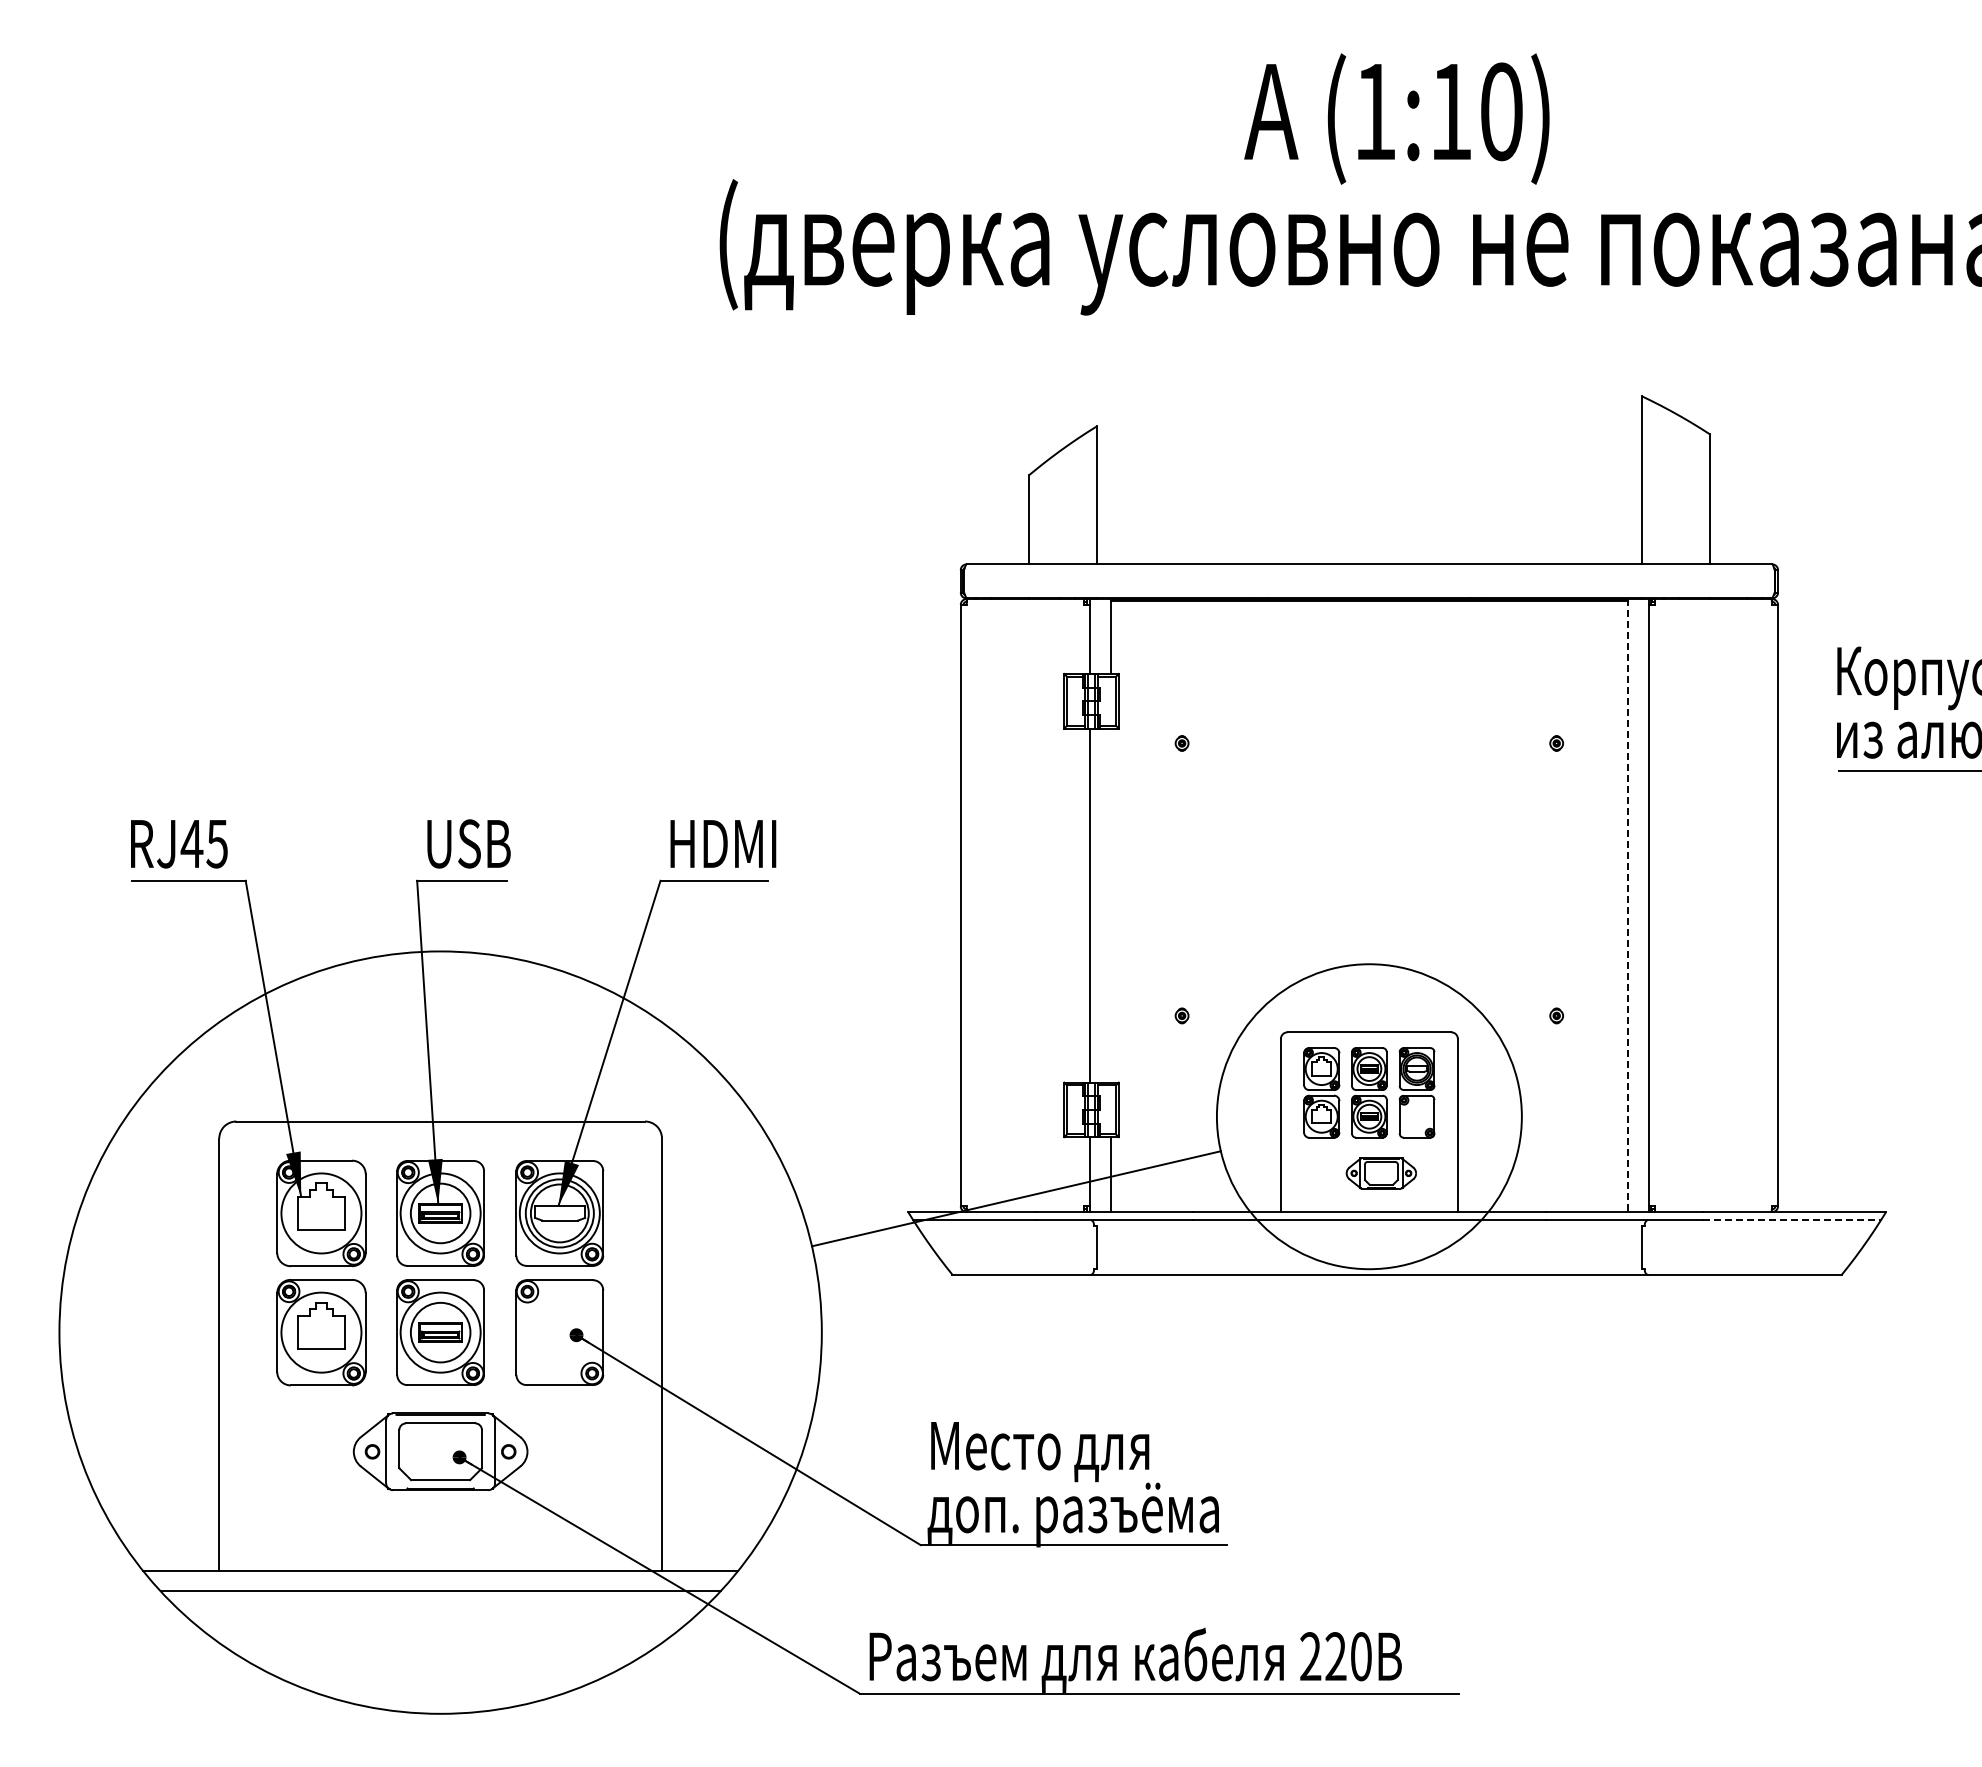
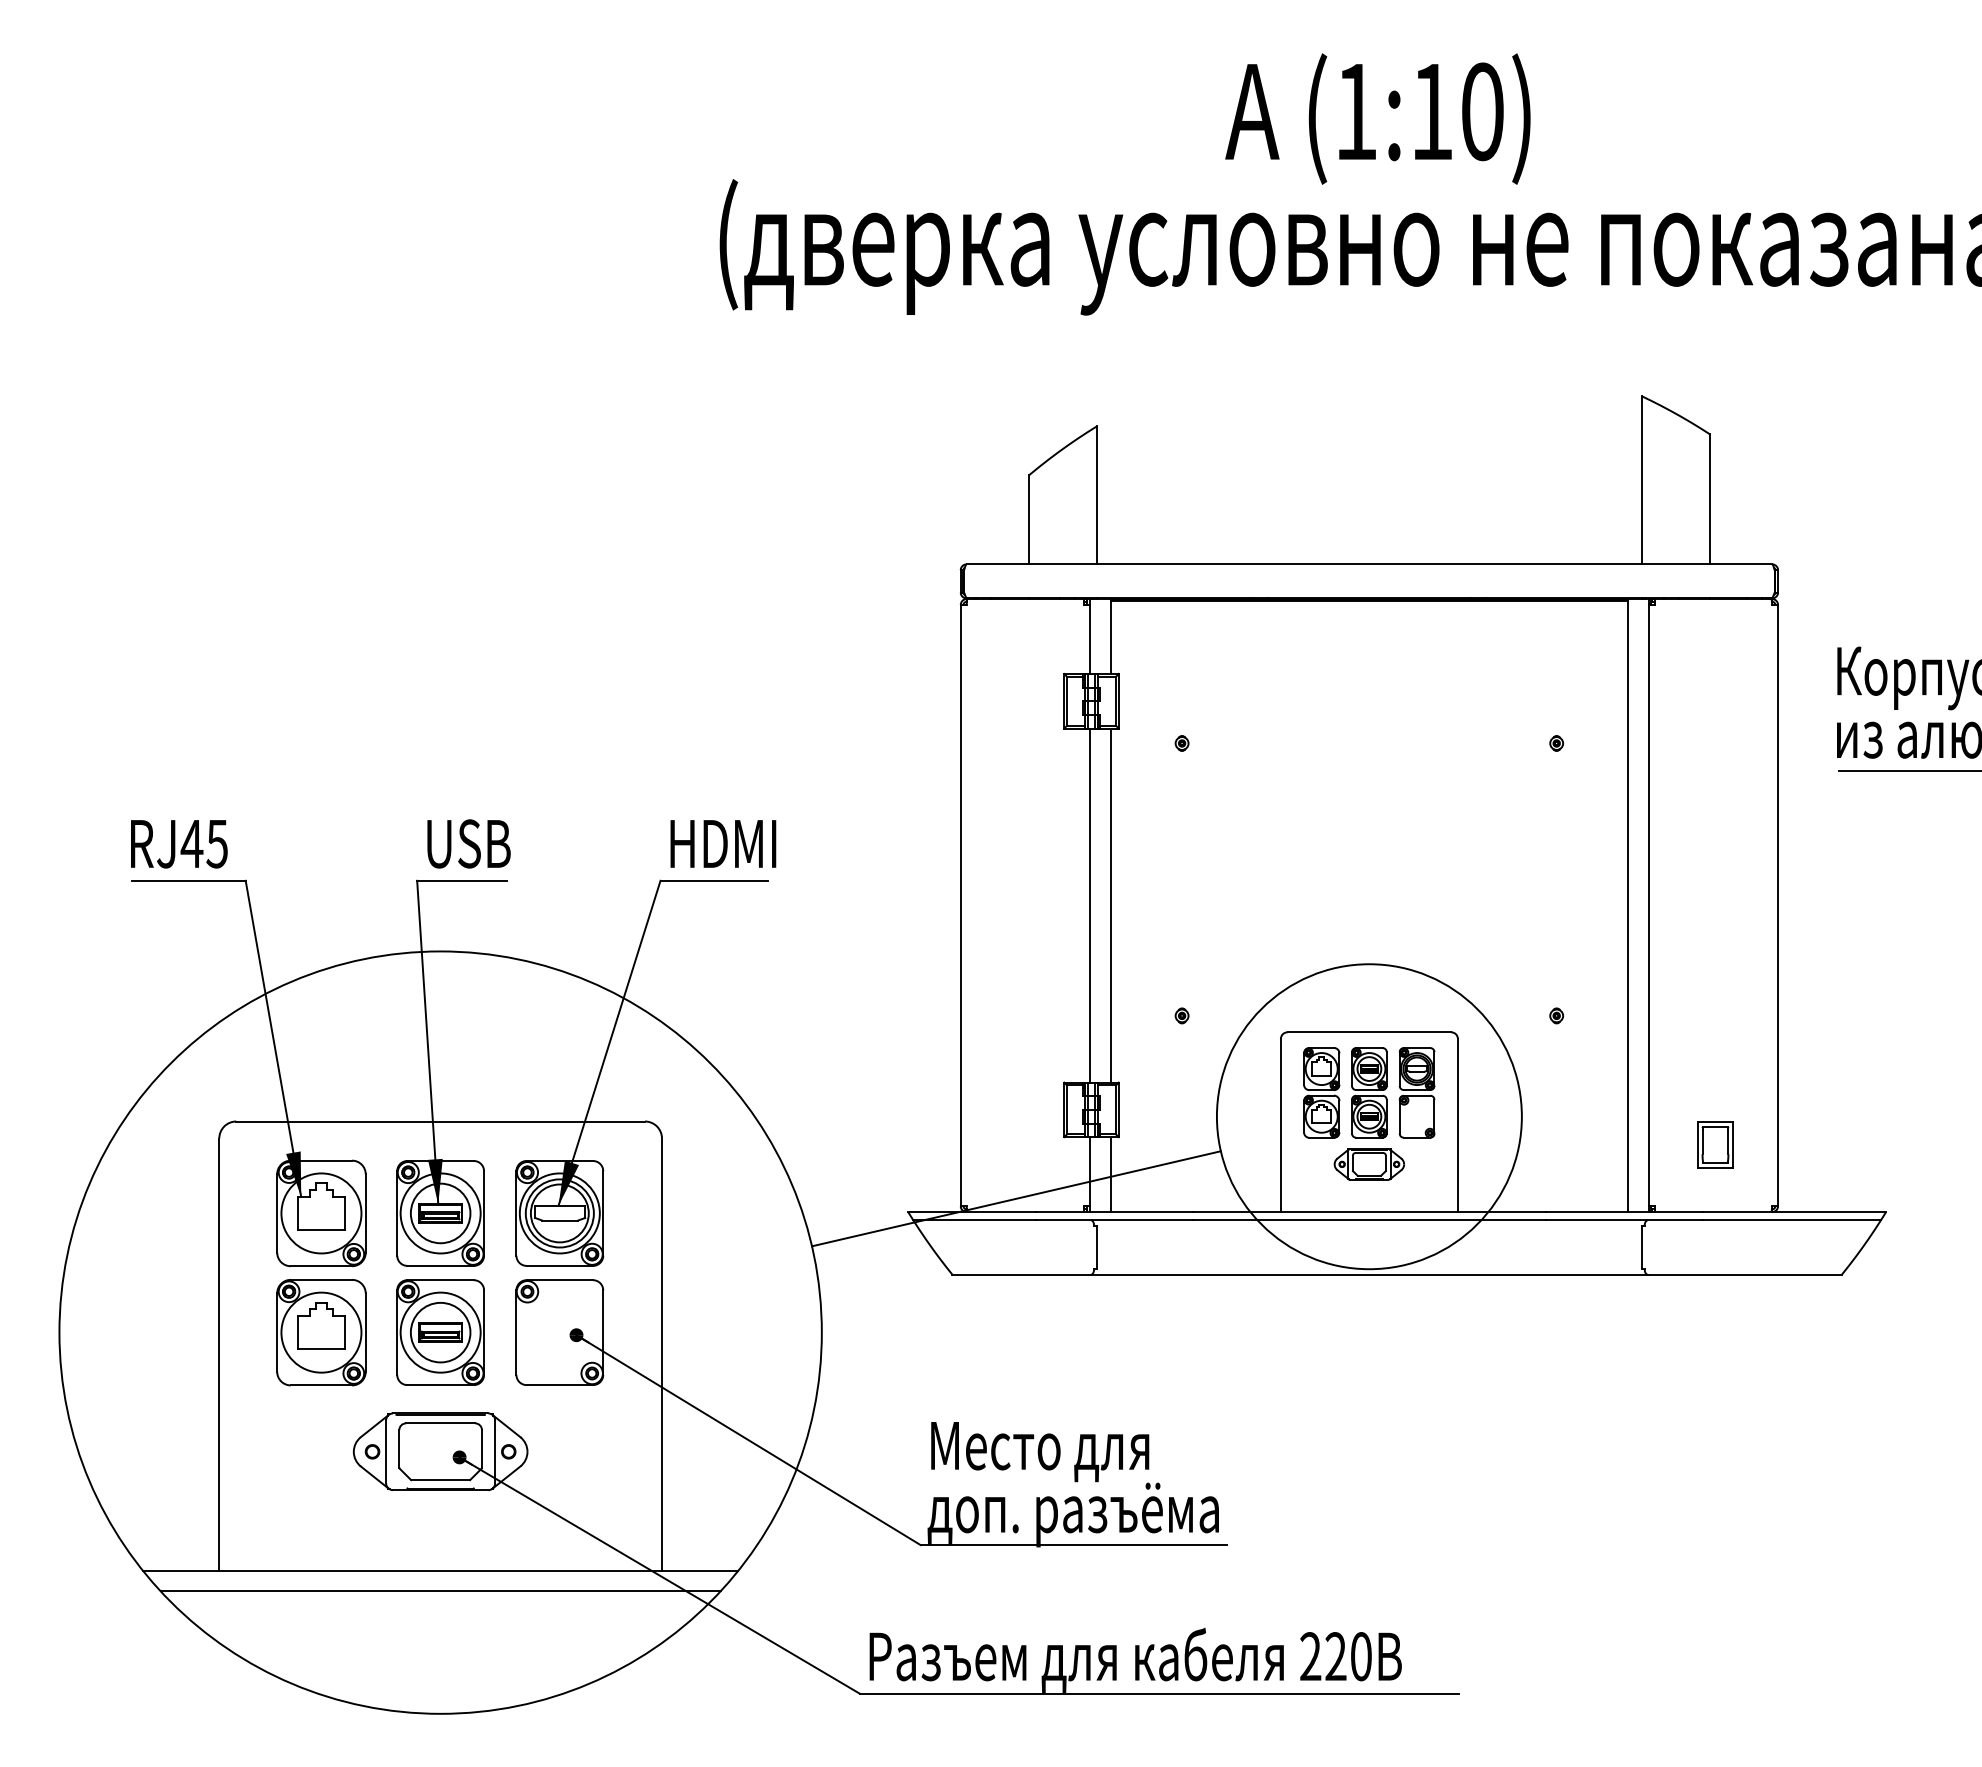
text at (1396, 118) position: (1396, 118) -> (1377, 118)
line at (1110, 905): none -> present
line at (1628, 906): dashed -> solid
part at (1715, 1144): none -> present
part at (1380, 1173) position: (1380, 1173) -> (1368, 1164)
line at (1792, 1220): dashed -> solid
